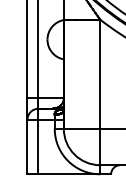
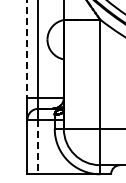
line at (27, 49): solid -> dashed
line at (38, 147): solid -> dashed
